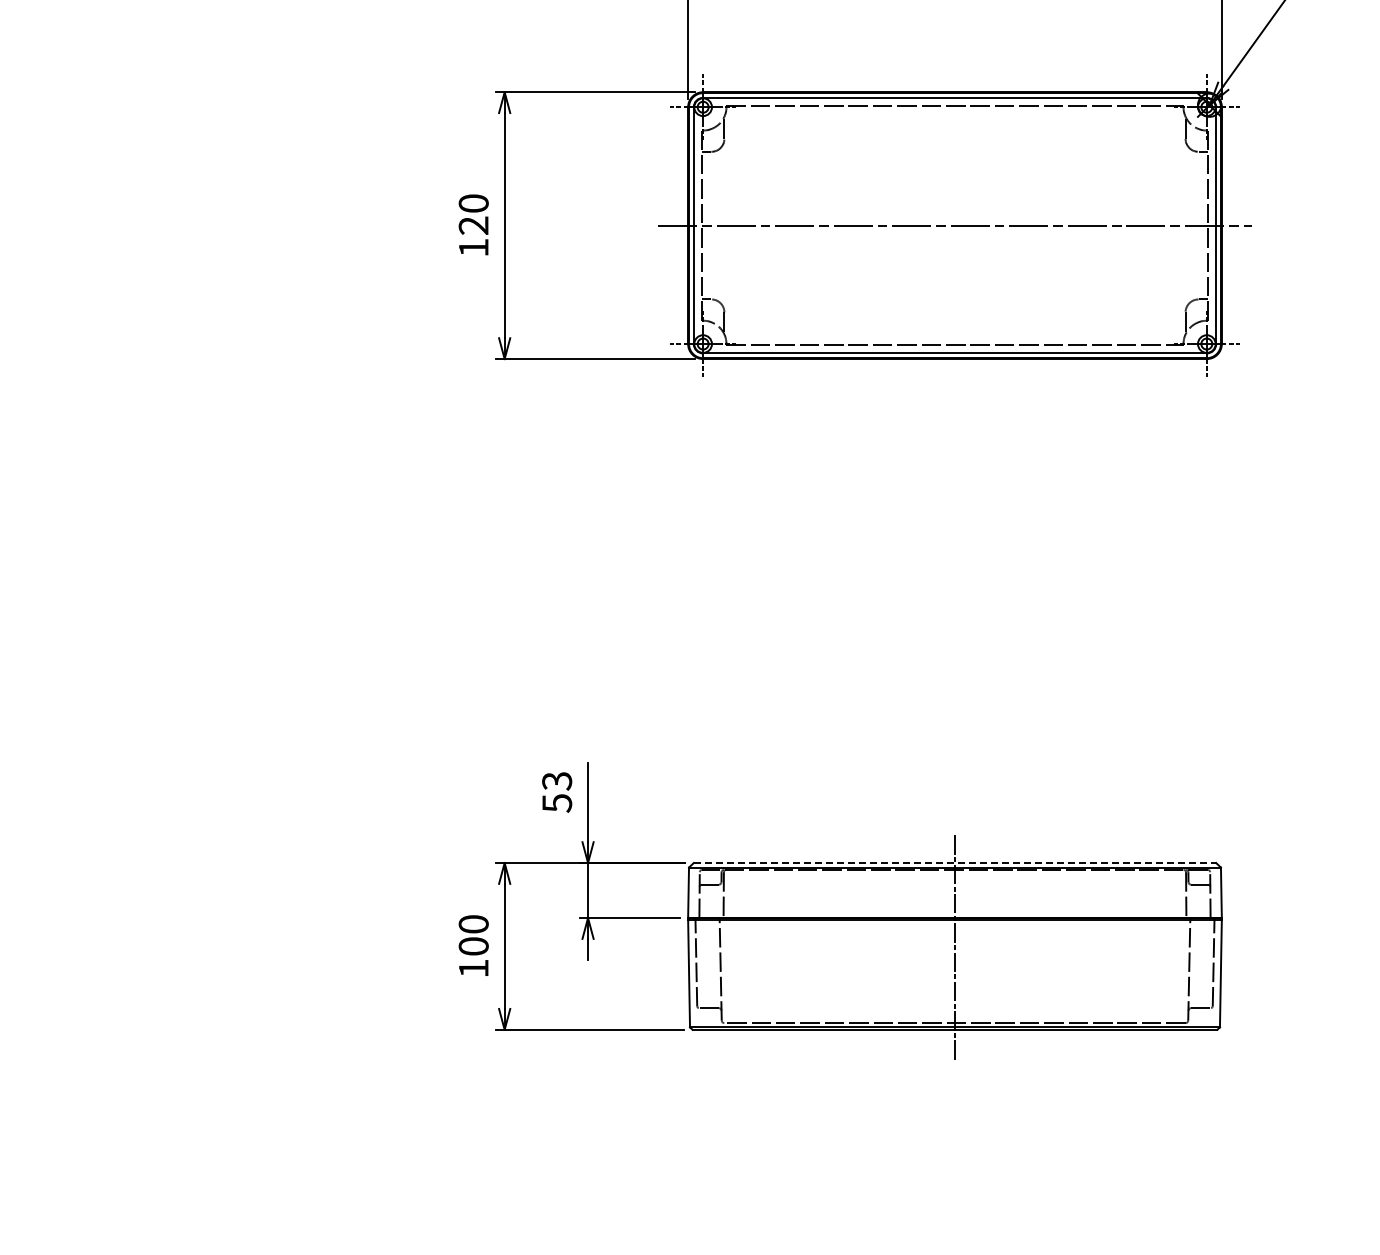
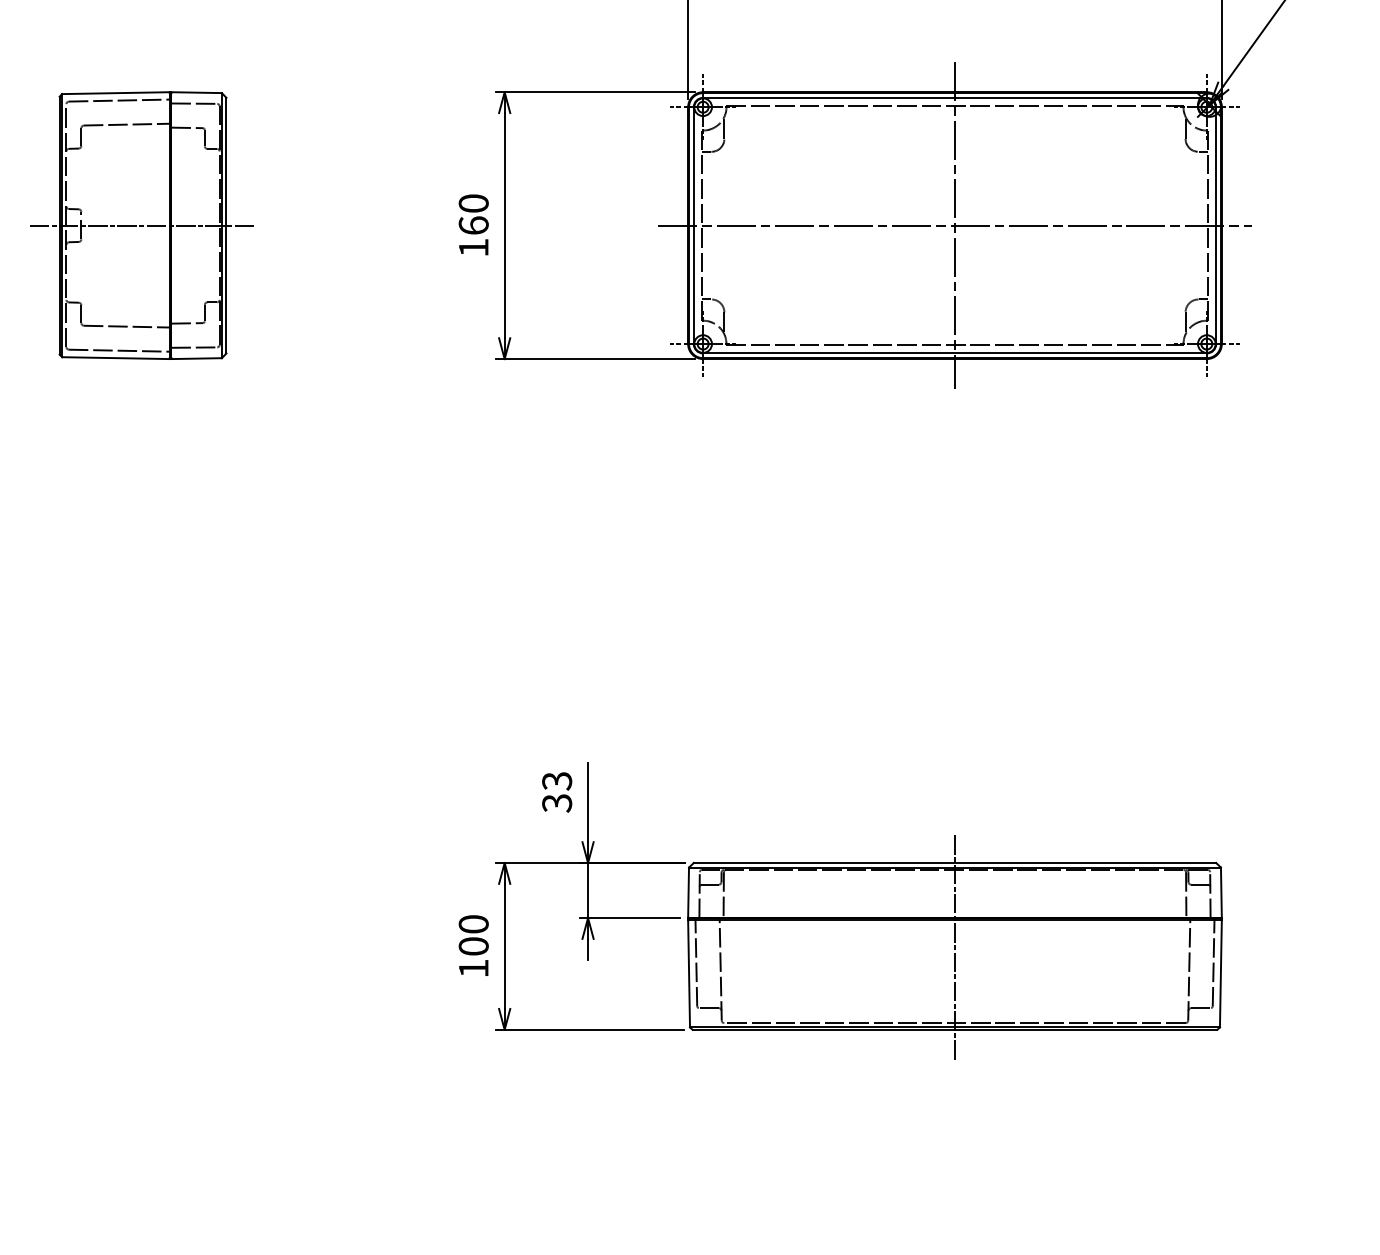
part at (141, 225): none -> present
text at (473, 225): 120 -> 160
line at (954, 225): none -> present
text at (556, 802): 53 -> 33
line at (955, 863): dashed -> solid
